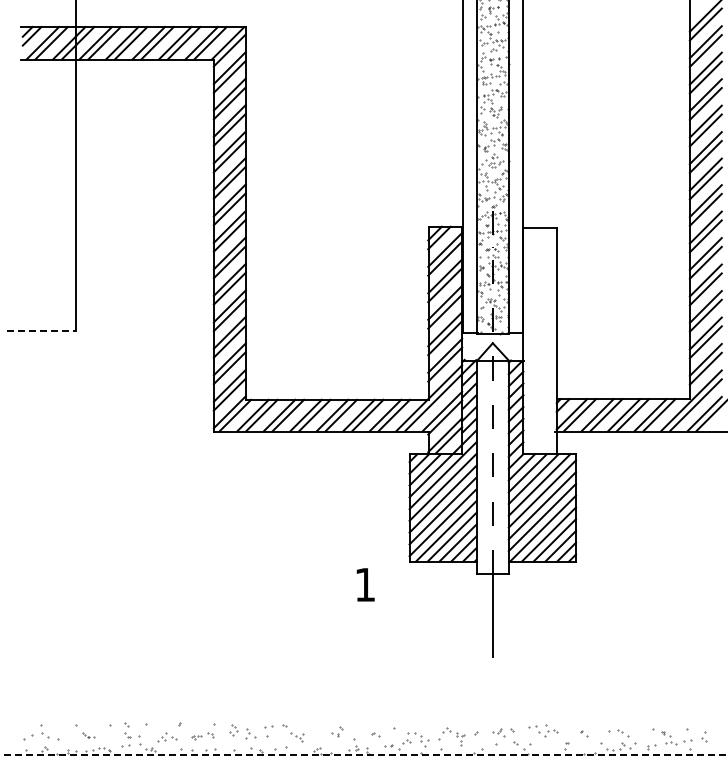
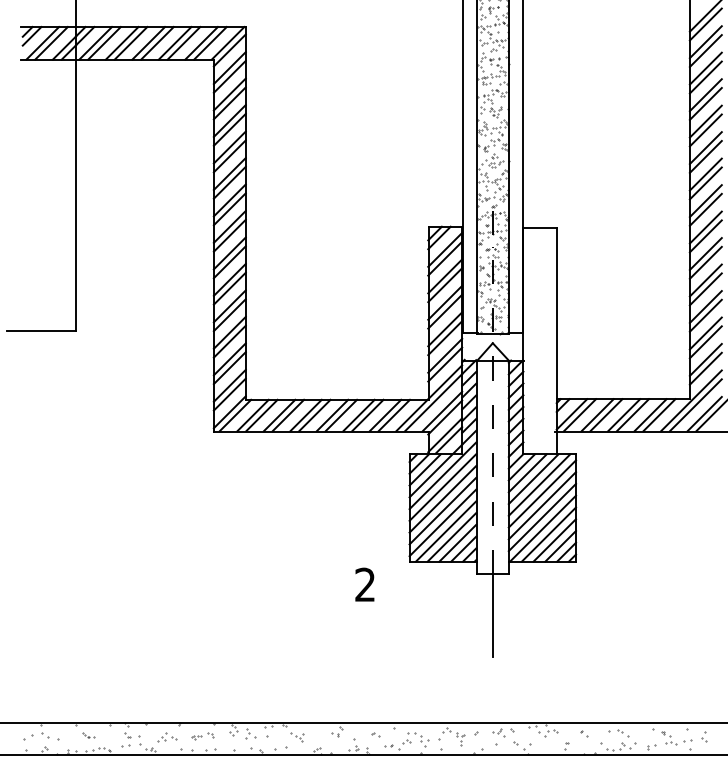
line at (41, 331): dashed -> solid
text at (364, 584): 1 -> 2
line at (363, 723): none -> present
line at (363, 754): dashed -> solid
